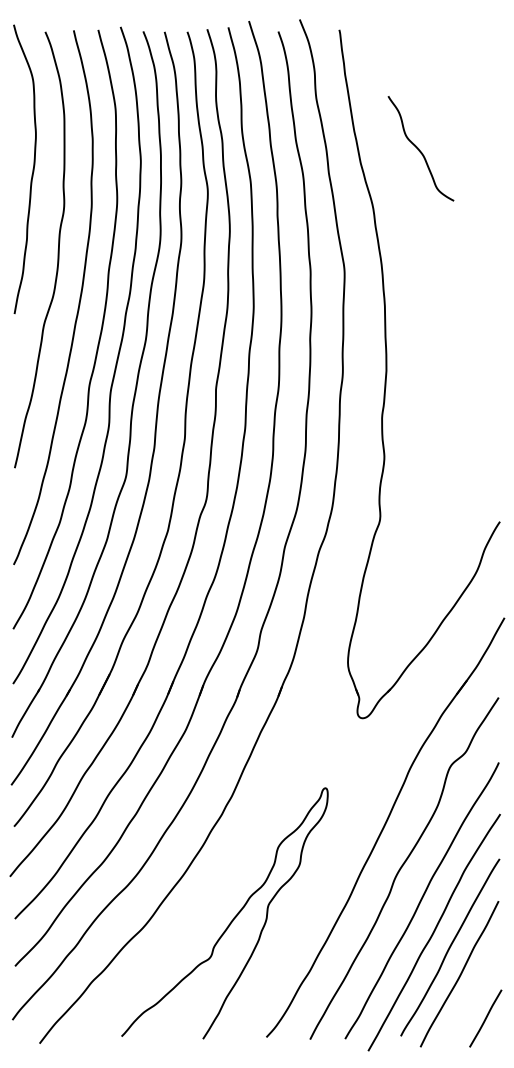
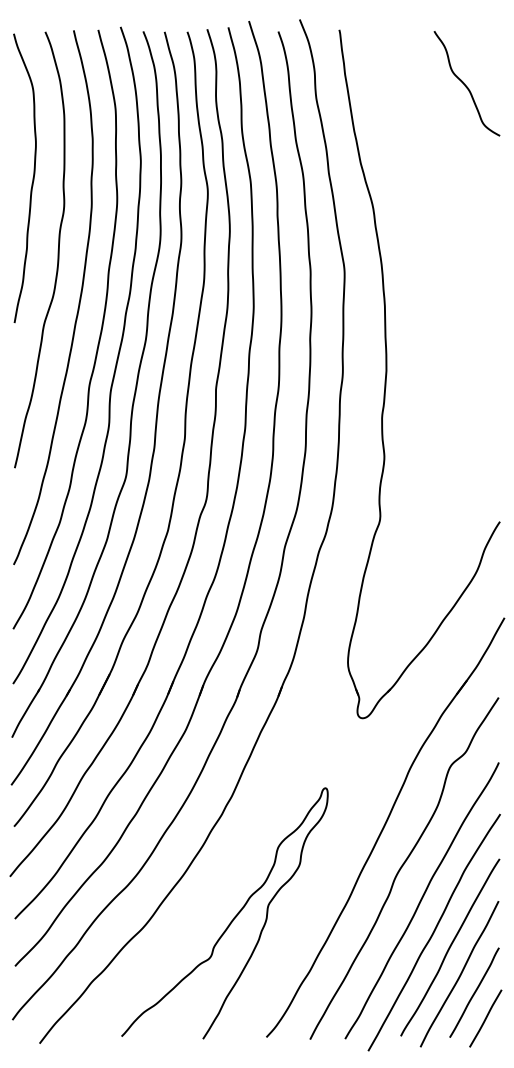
curve at (419, 149) position: (419, 149) -> (465, 84)
curve at (32, 169) position: (32, 169) -> (32, 178)
line at (474, 992): none -> present
